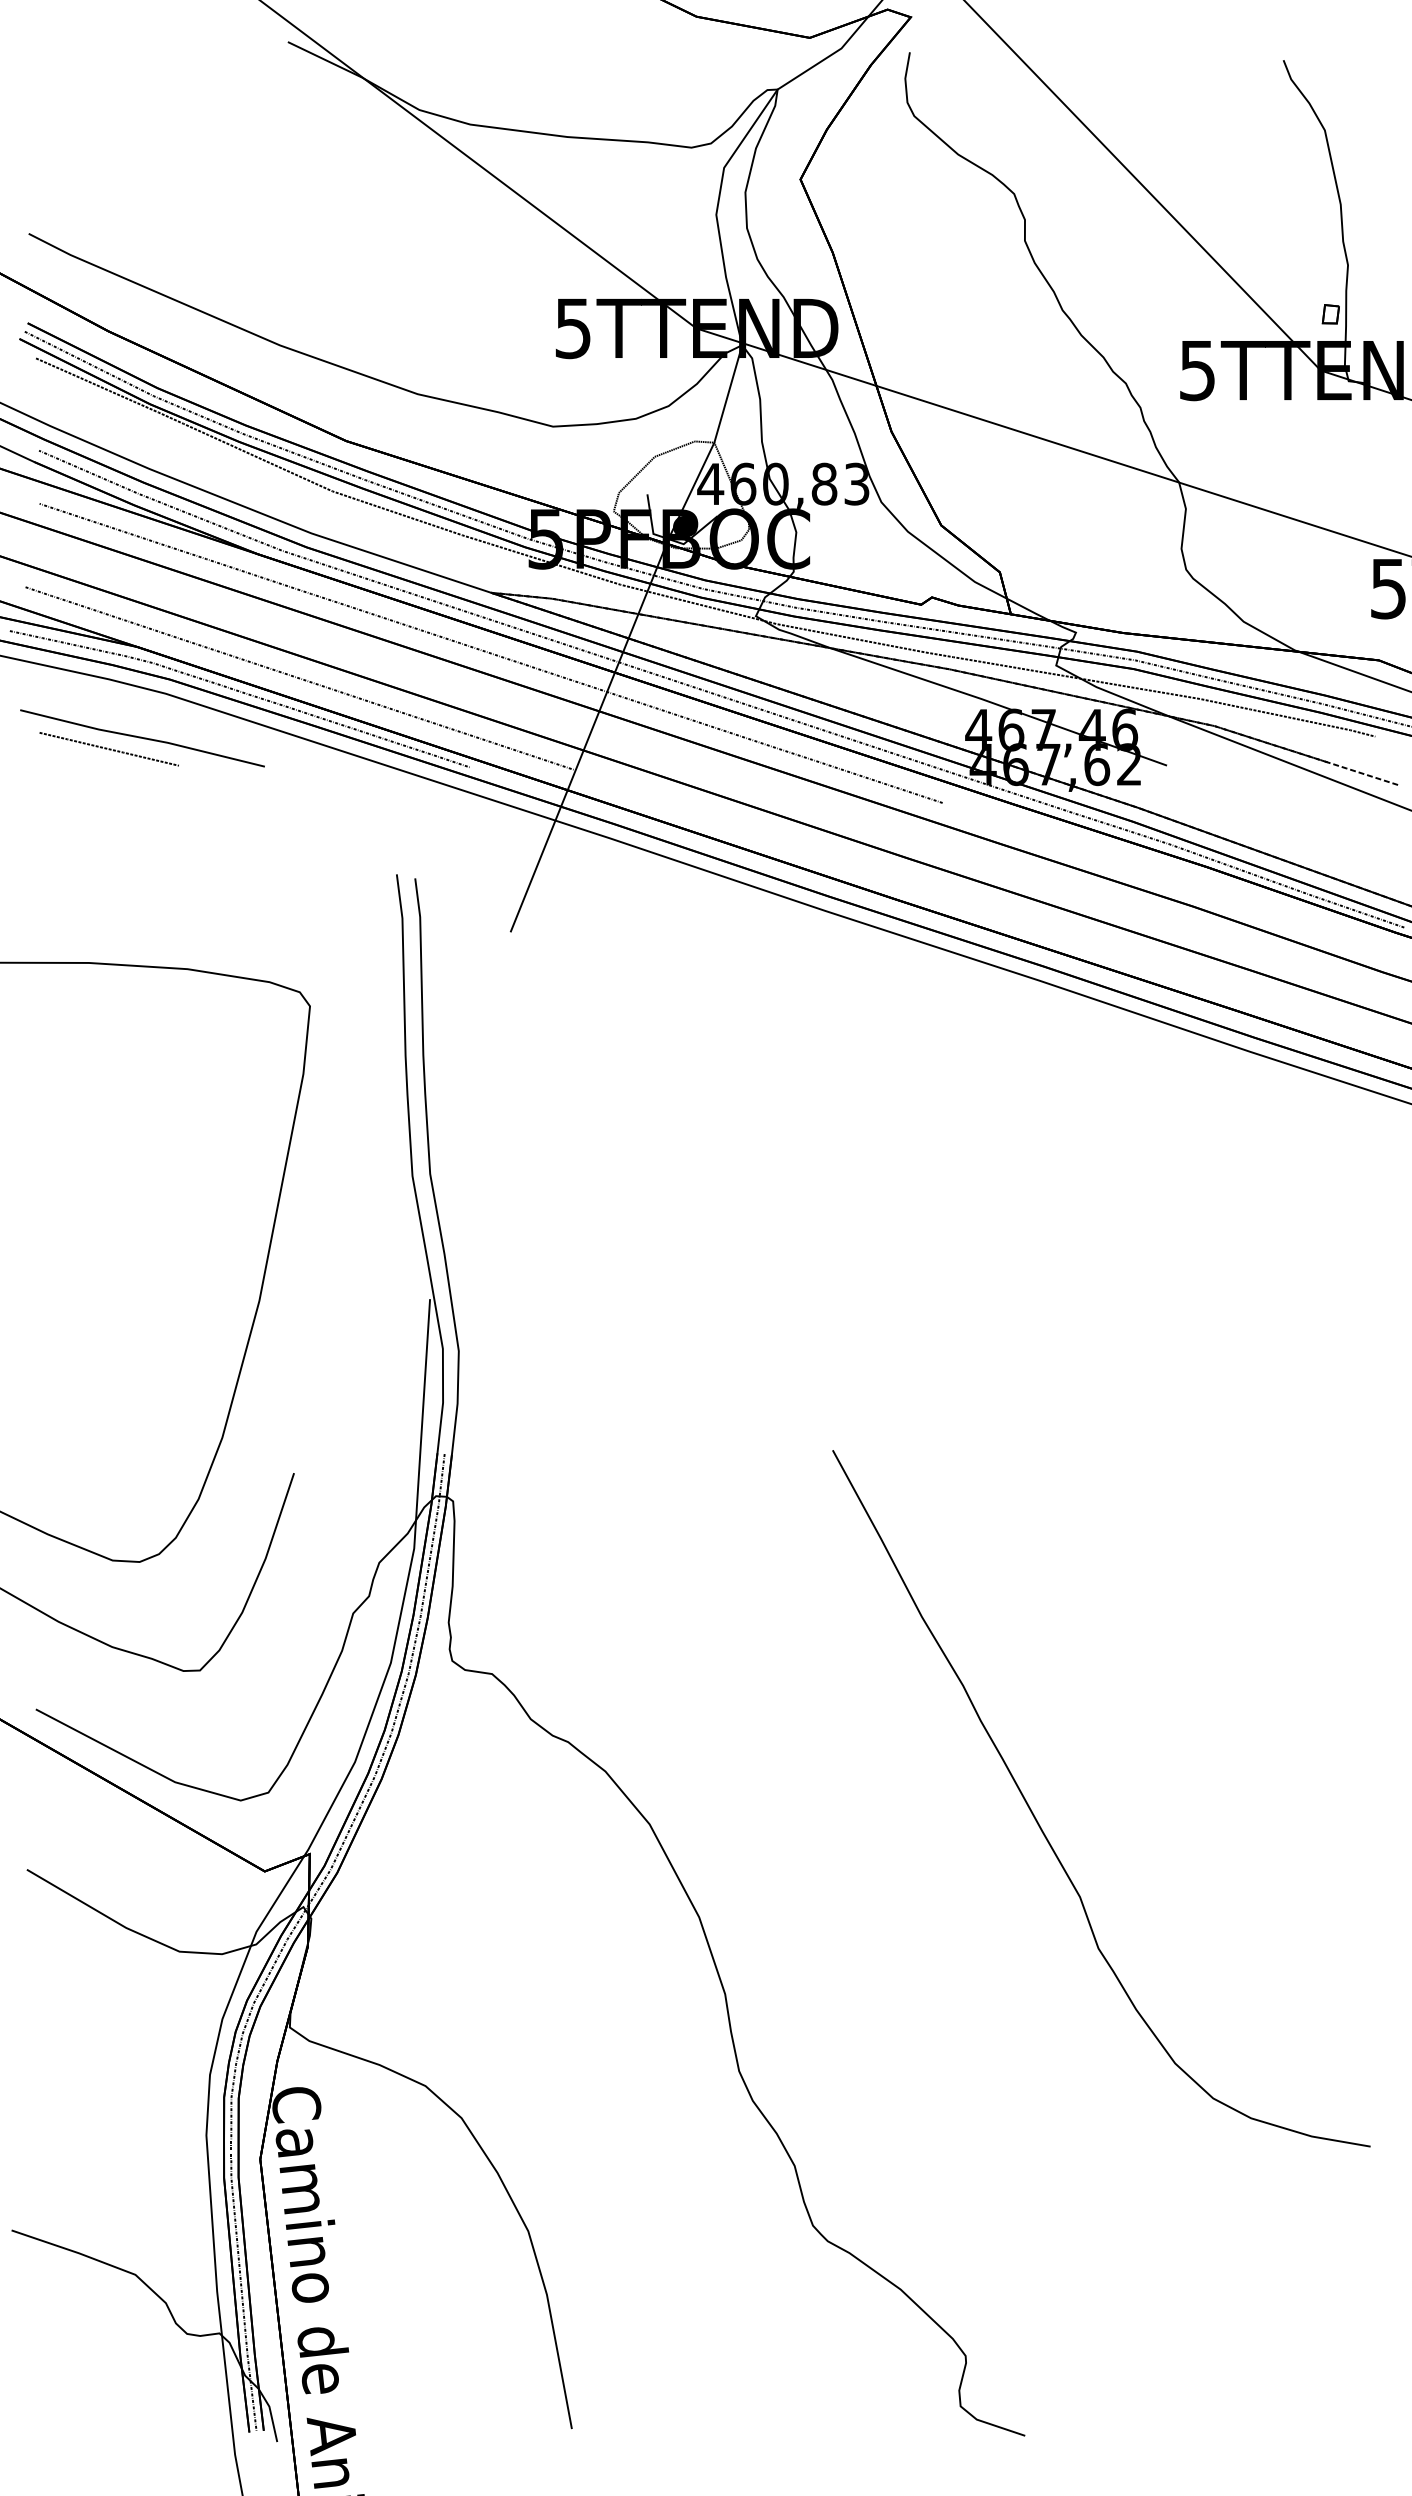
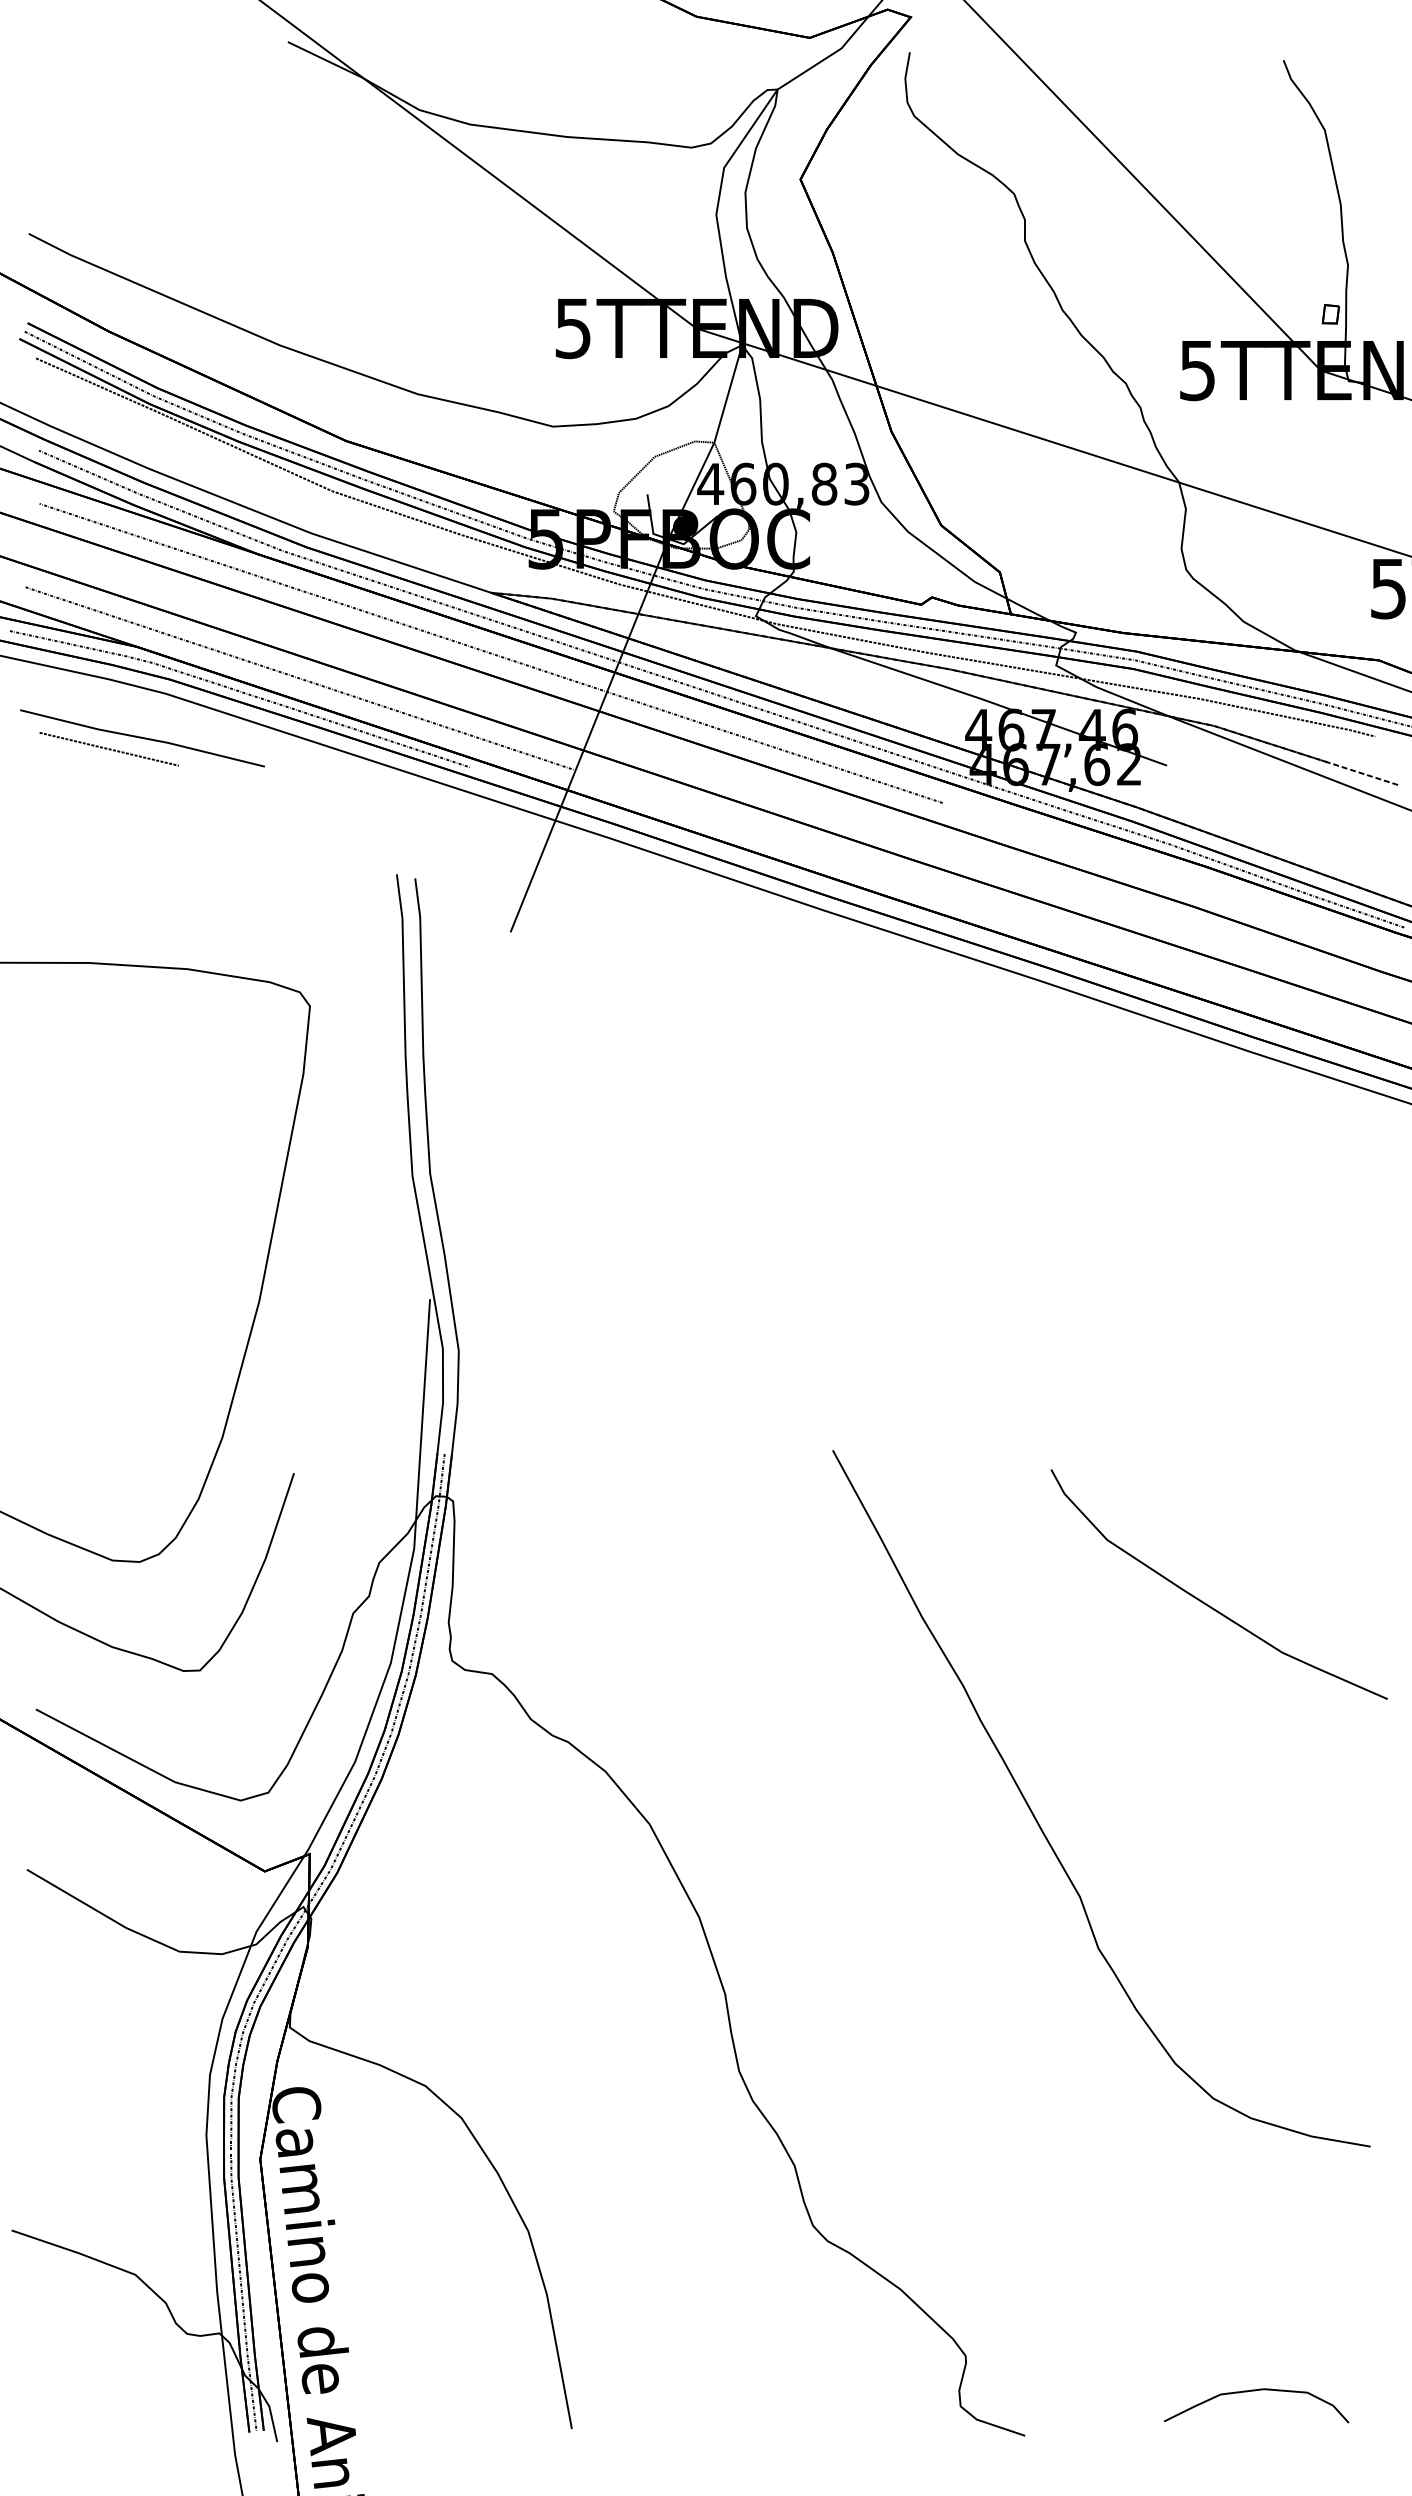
curve at (1205, 1602): none -> present
curve at (1255, 2391): none -> present
